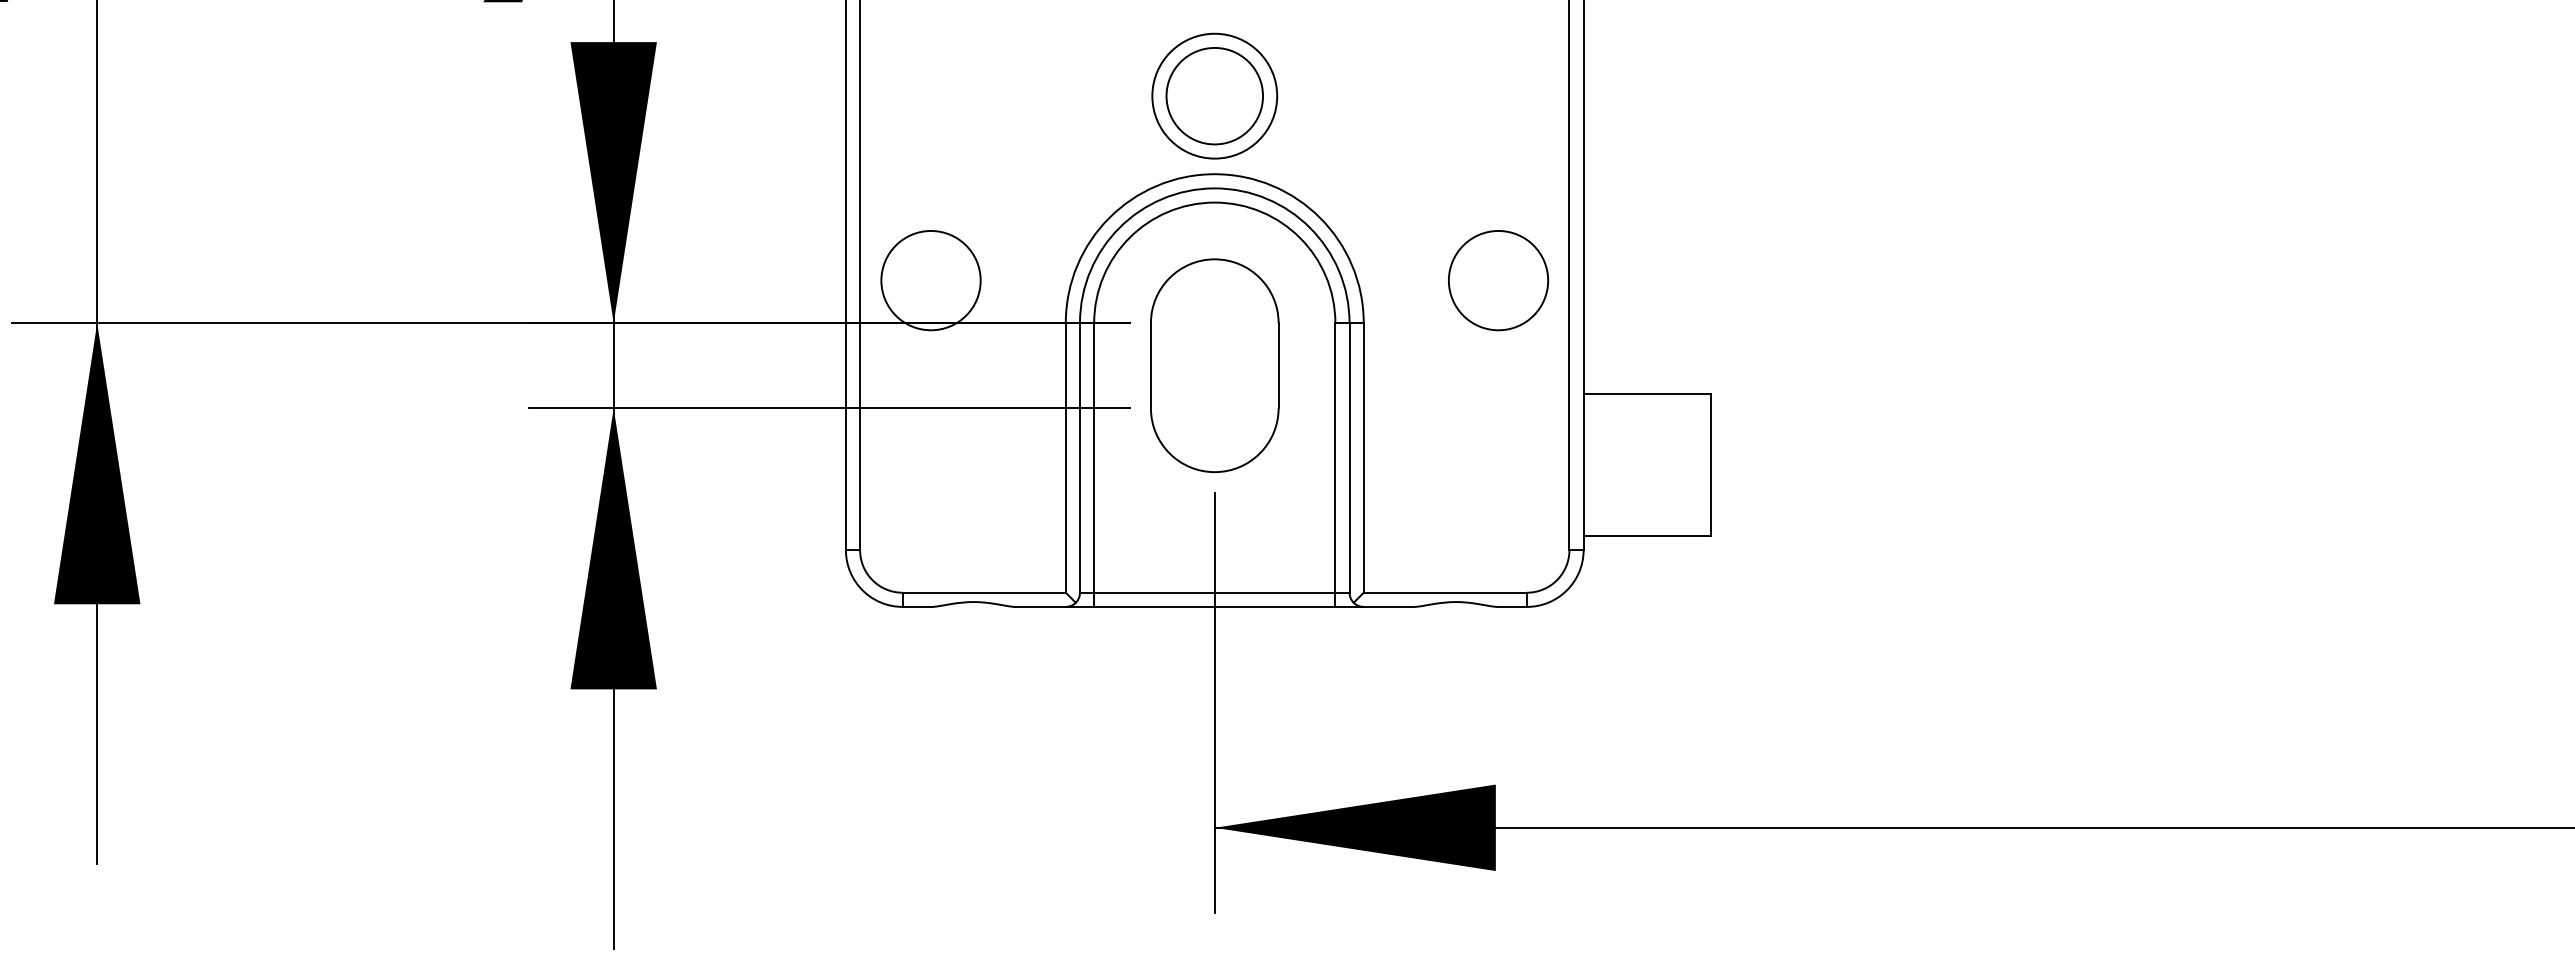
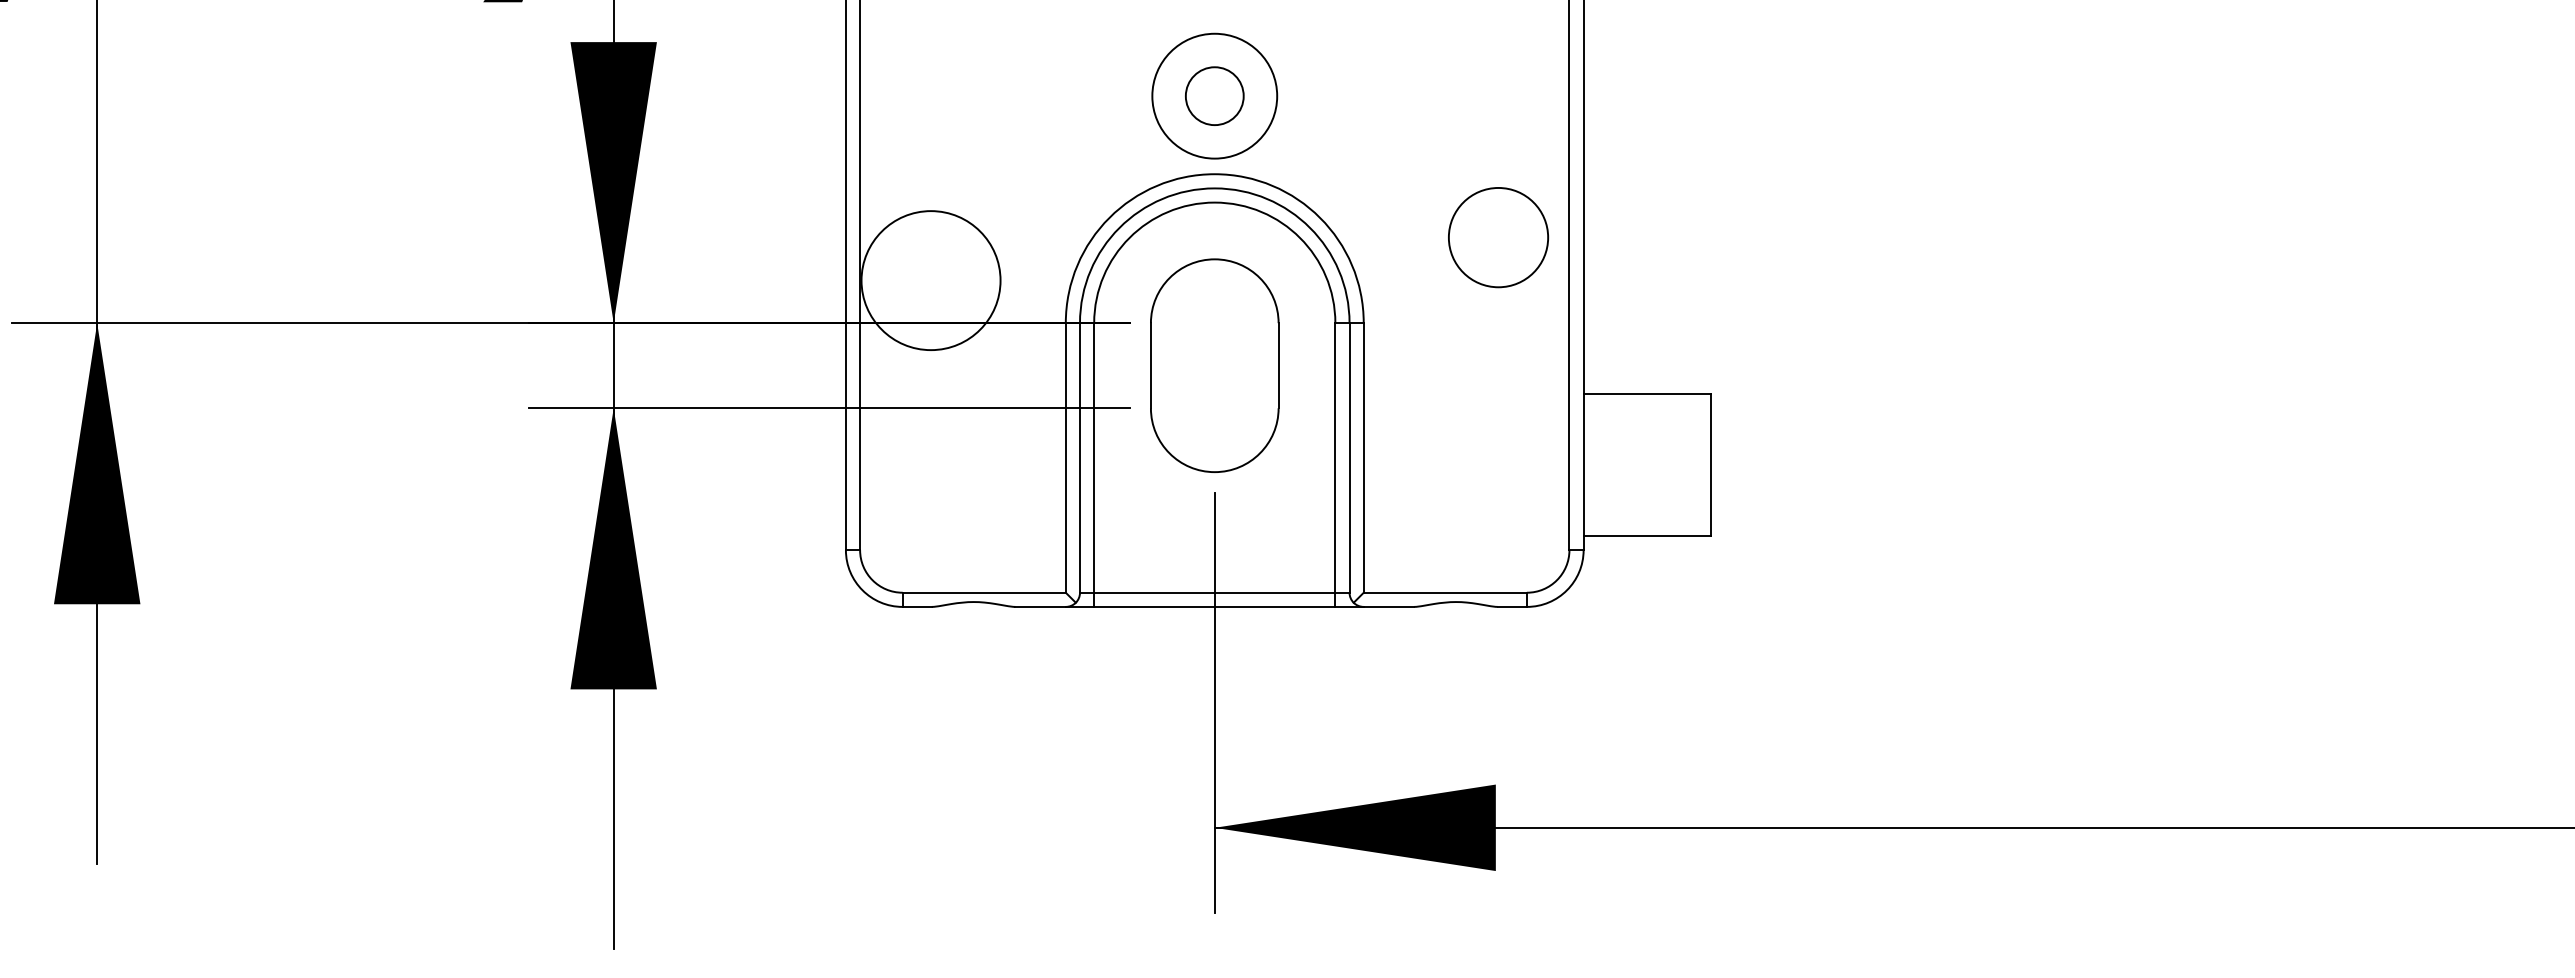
circle at (1214, 95) diameter: 96 px -> 58 px
circle at (930, 280) diameter: 99 px -> 139 px
circle at (1498, 280) position: (1498, 280) -> (1498, 237)
